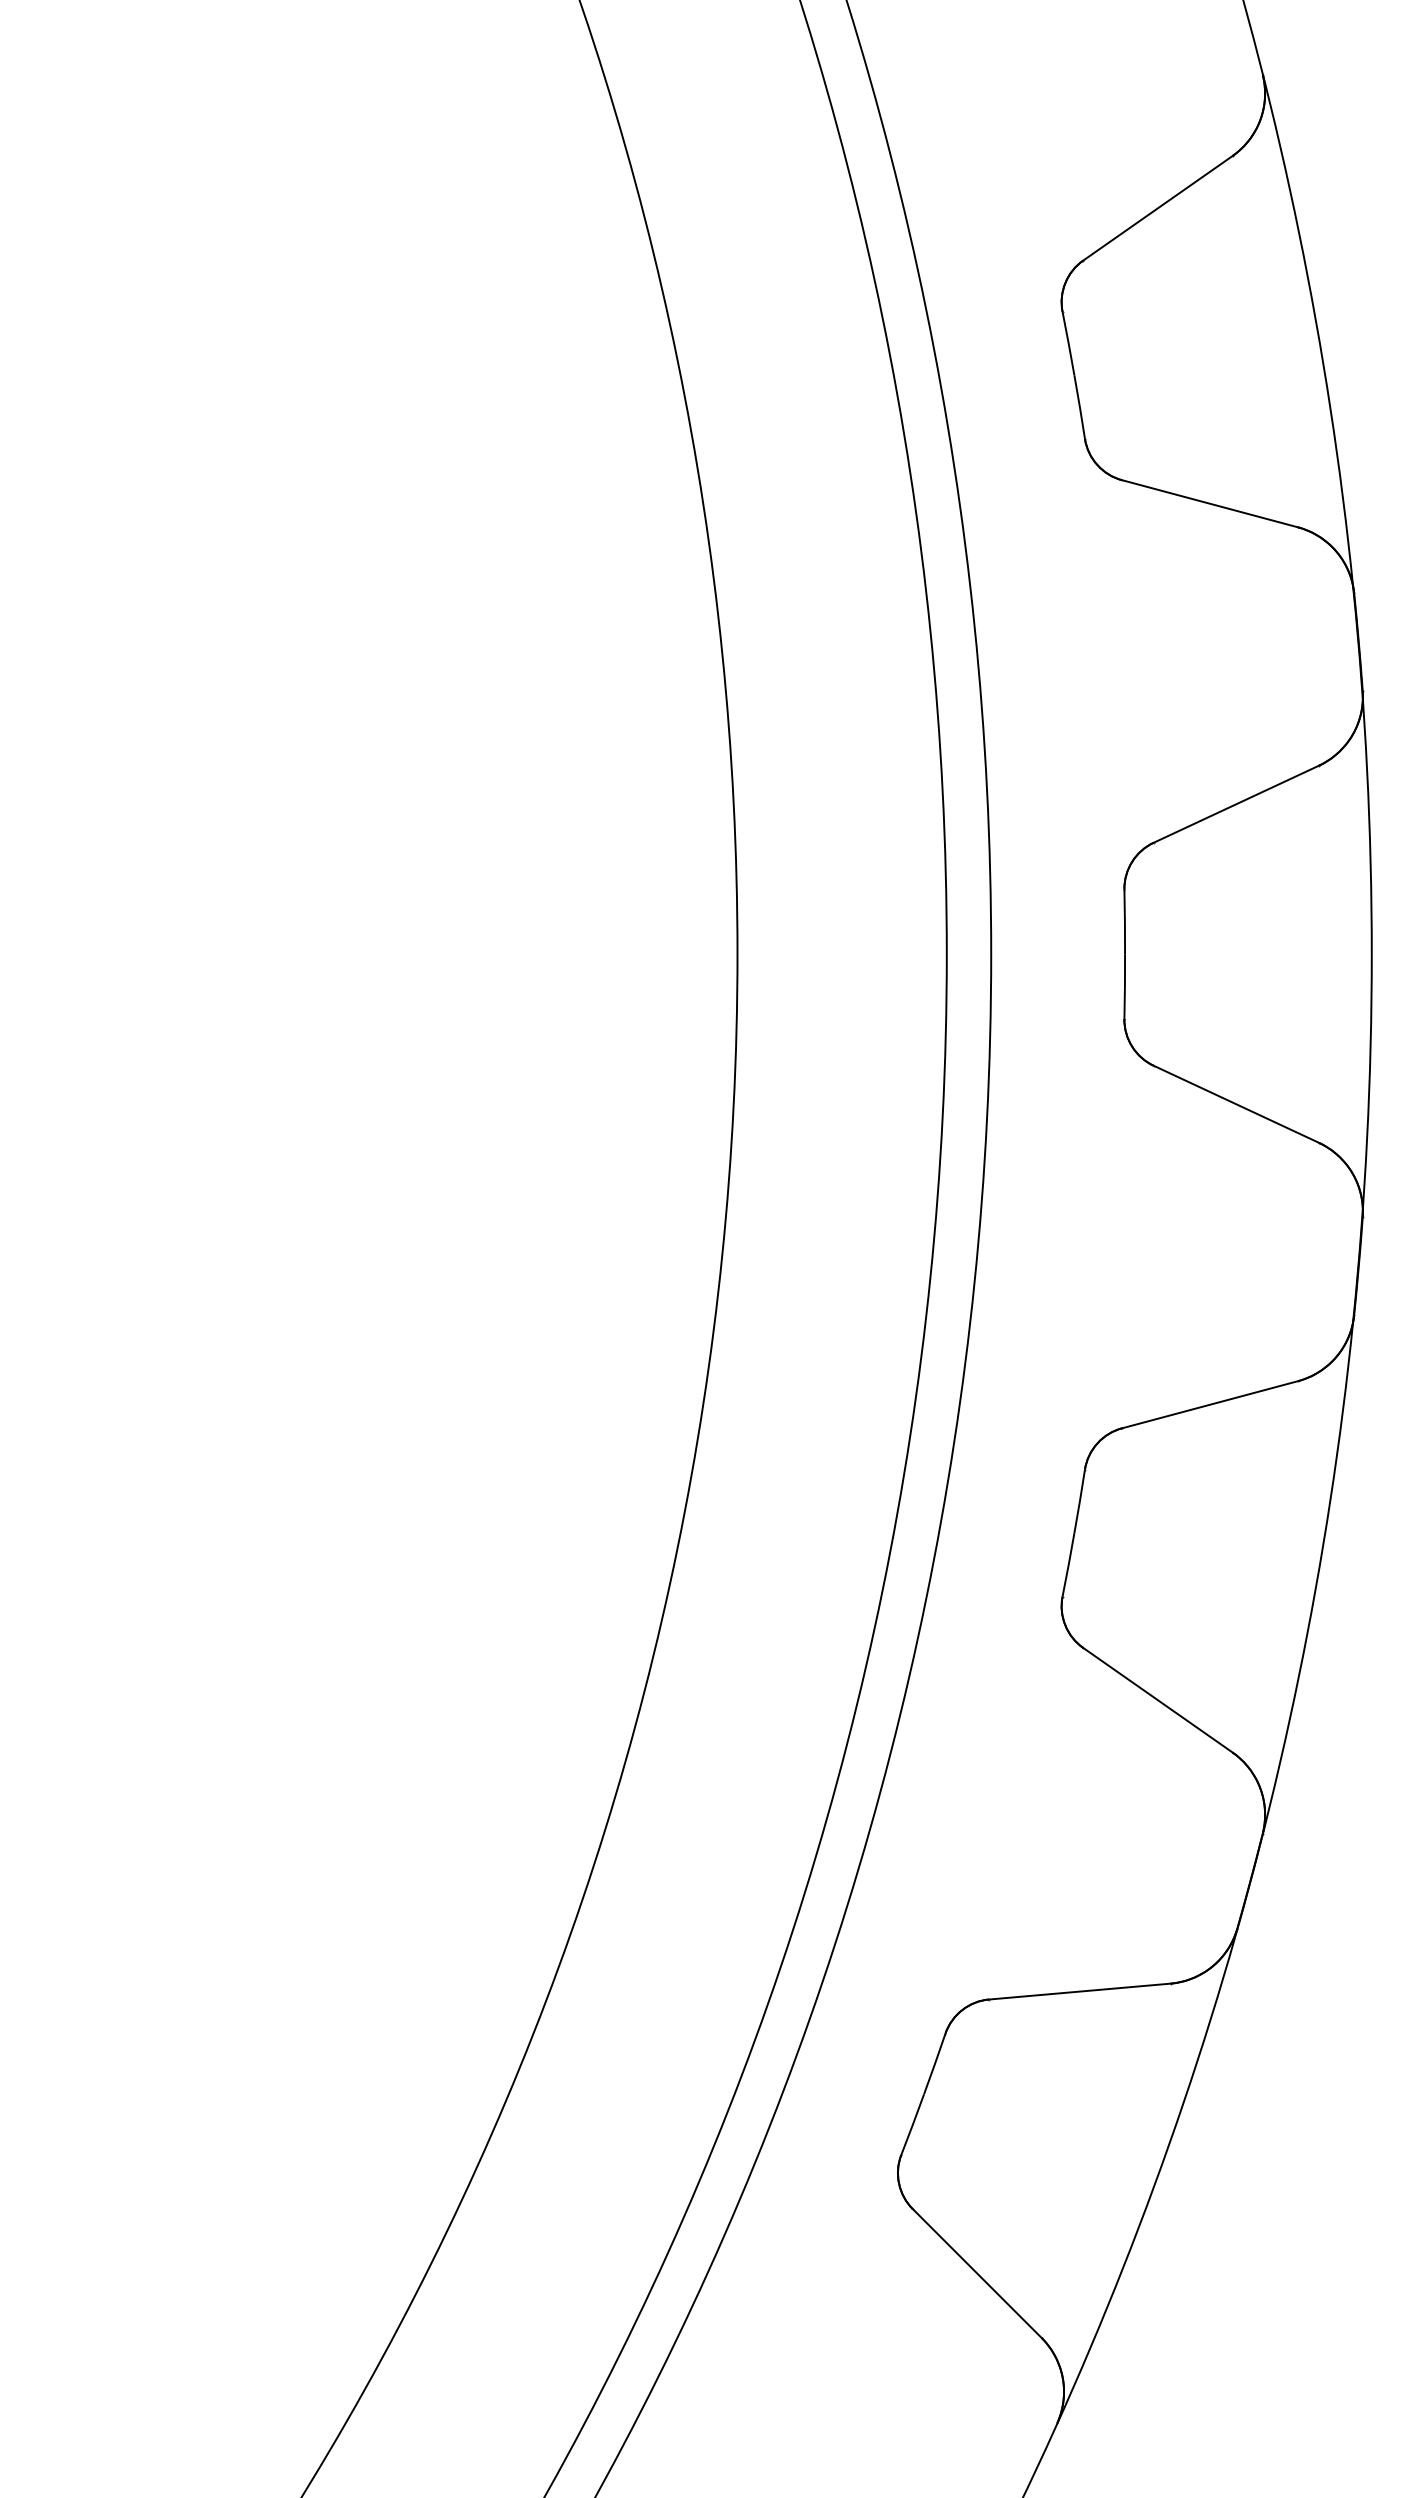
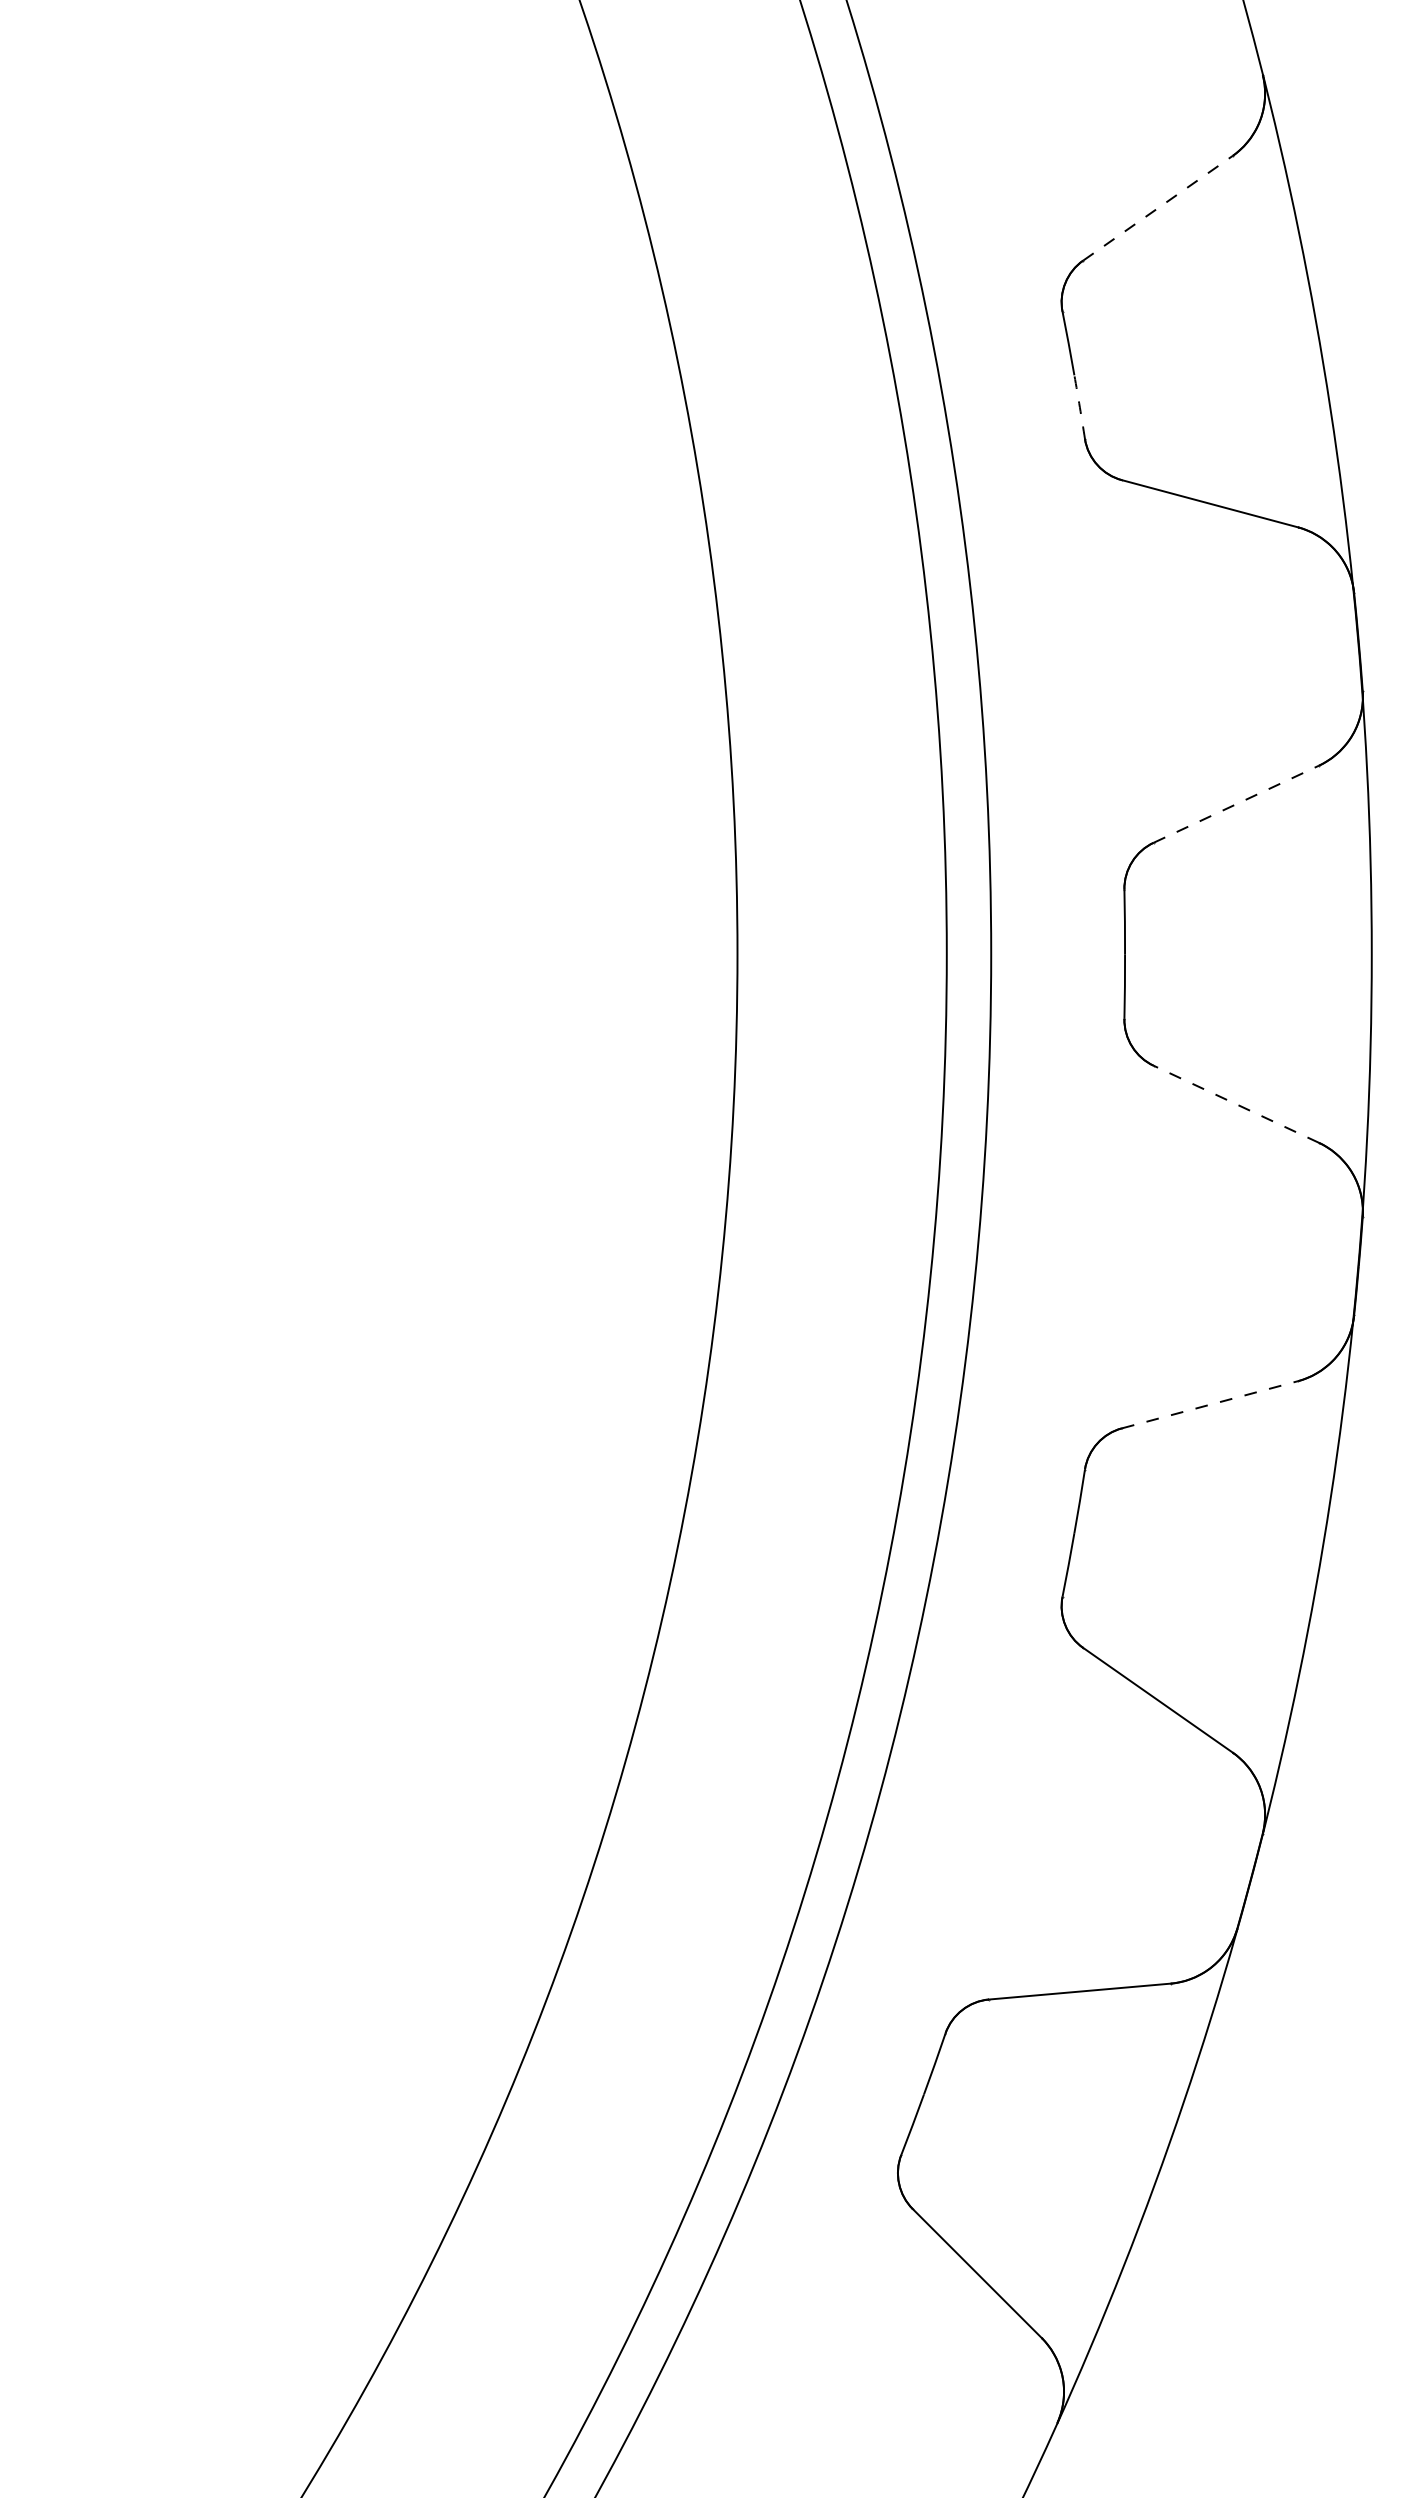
line at (1158, 207): solid -> dashed
arc at (1079, 407): solid -> dashed
line at (1236, 804): solid -> dashed
line at (1235, 1104): solid -> dashed
line at (1210, 1404): solid -> dashed
